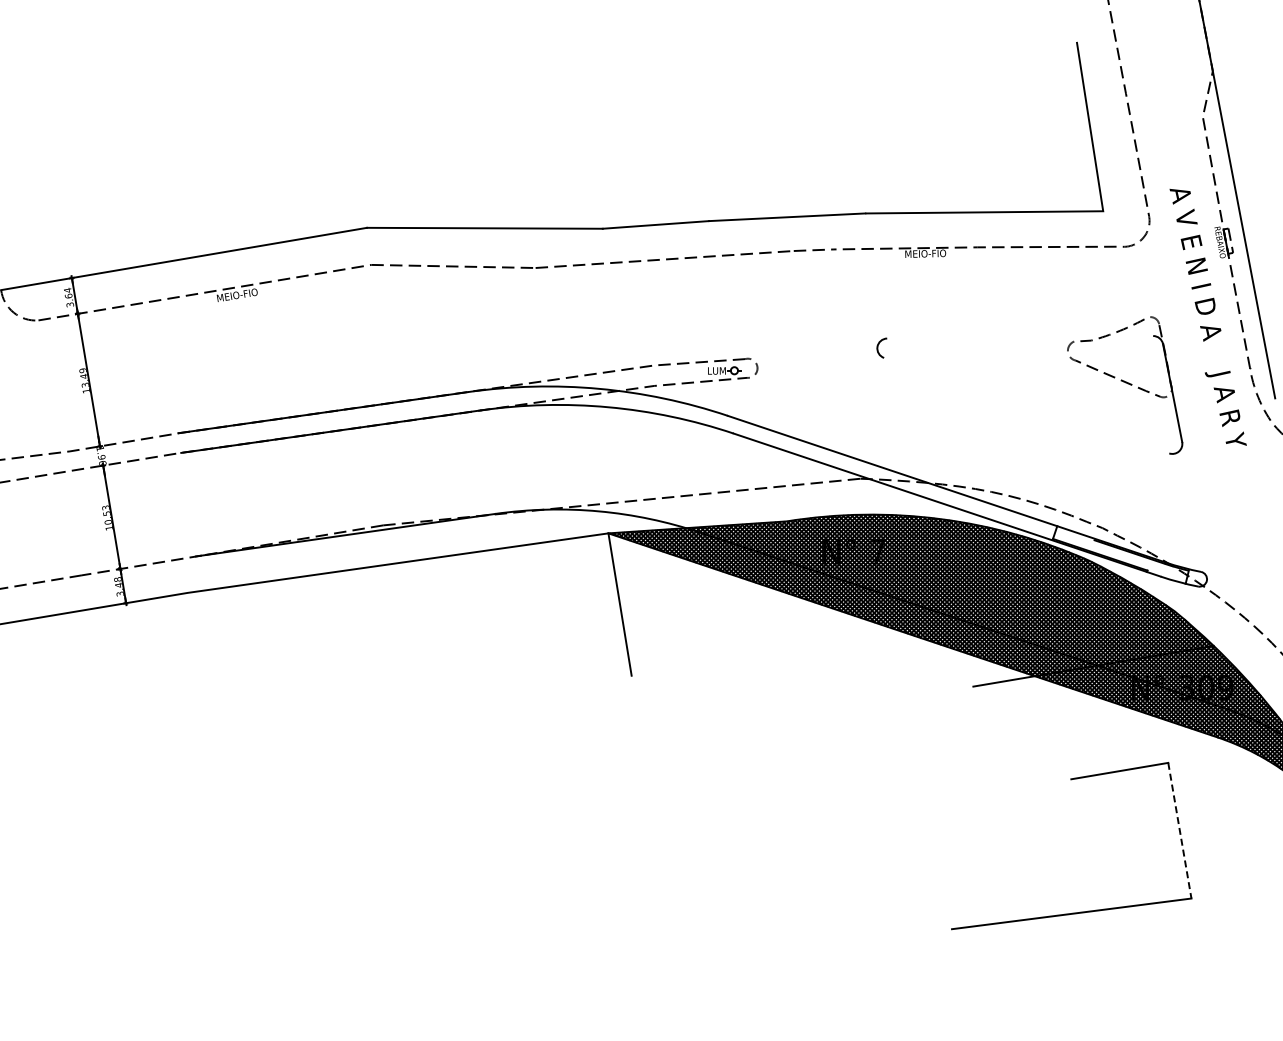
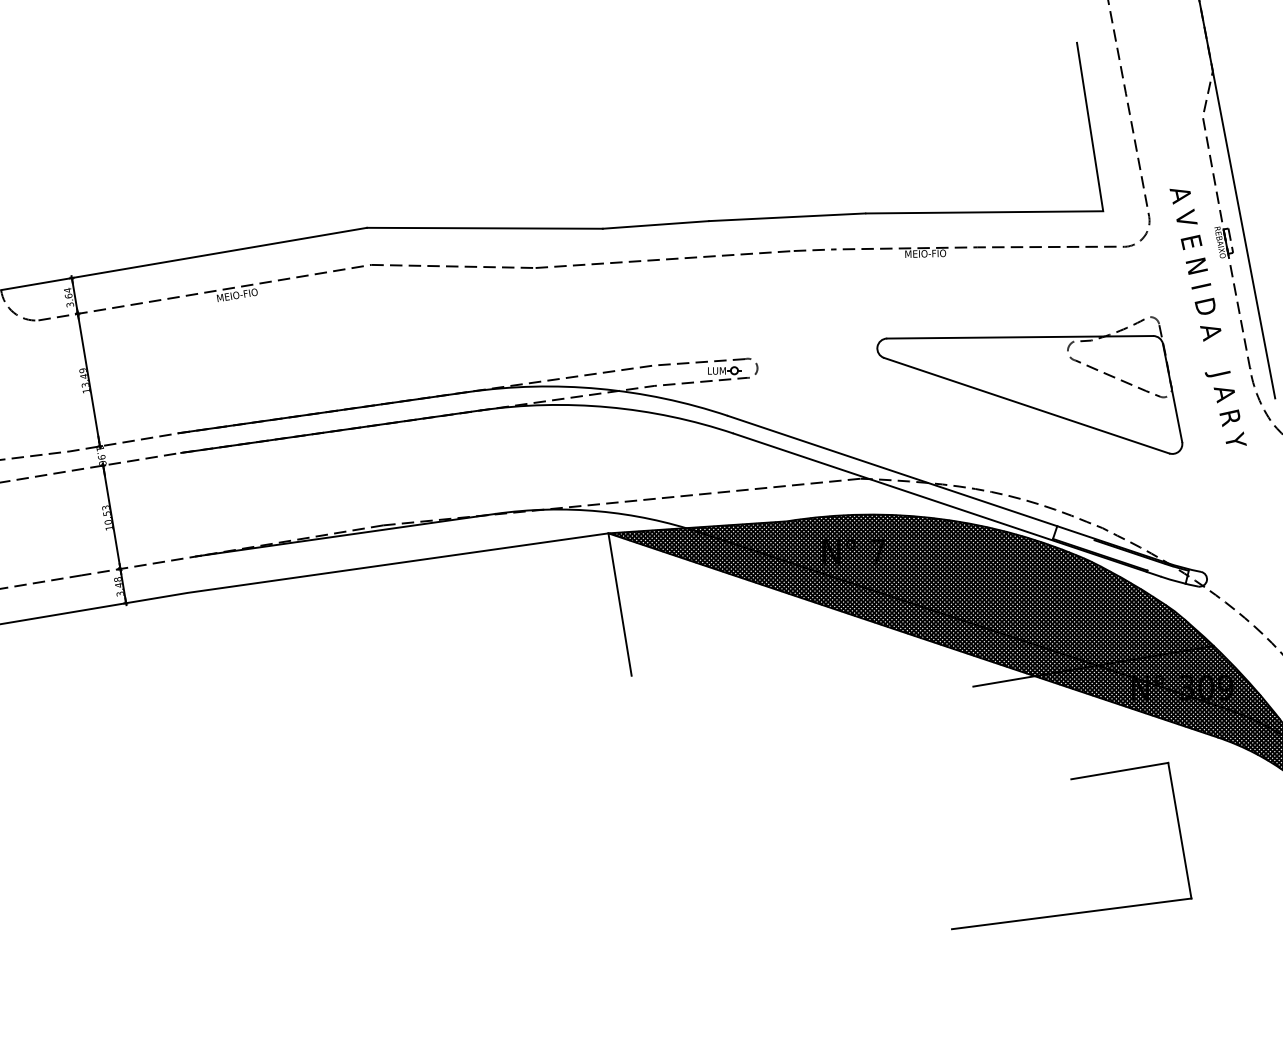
line at (1020, 337): none -> present
line at (1026, 405): none -> present
line at (1179, 830): dashed -> solid
